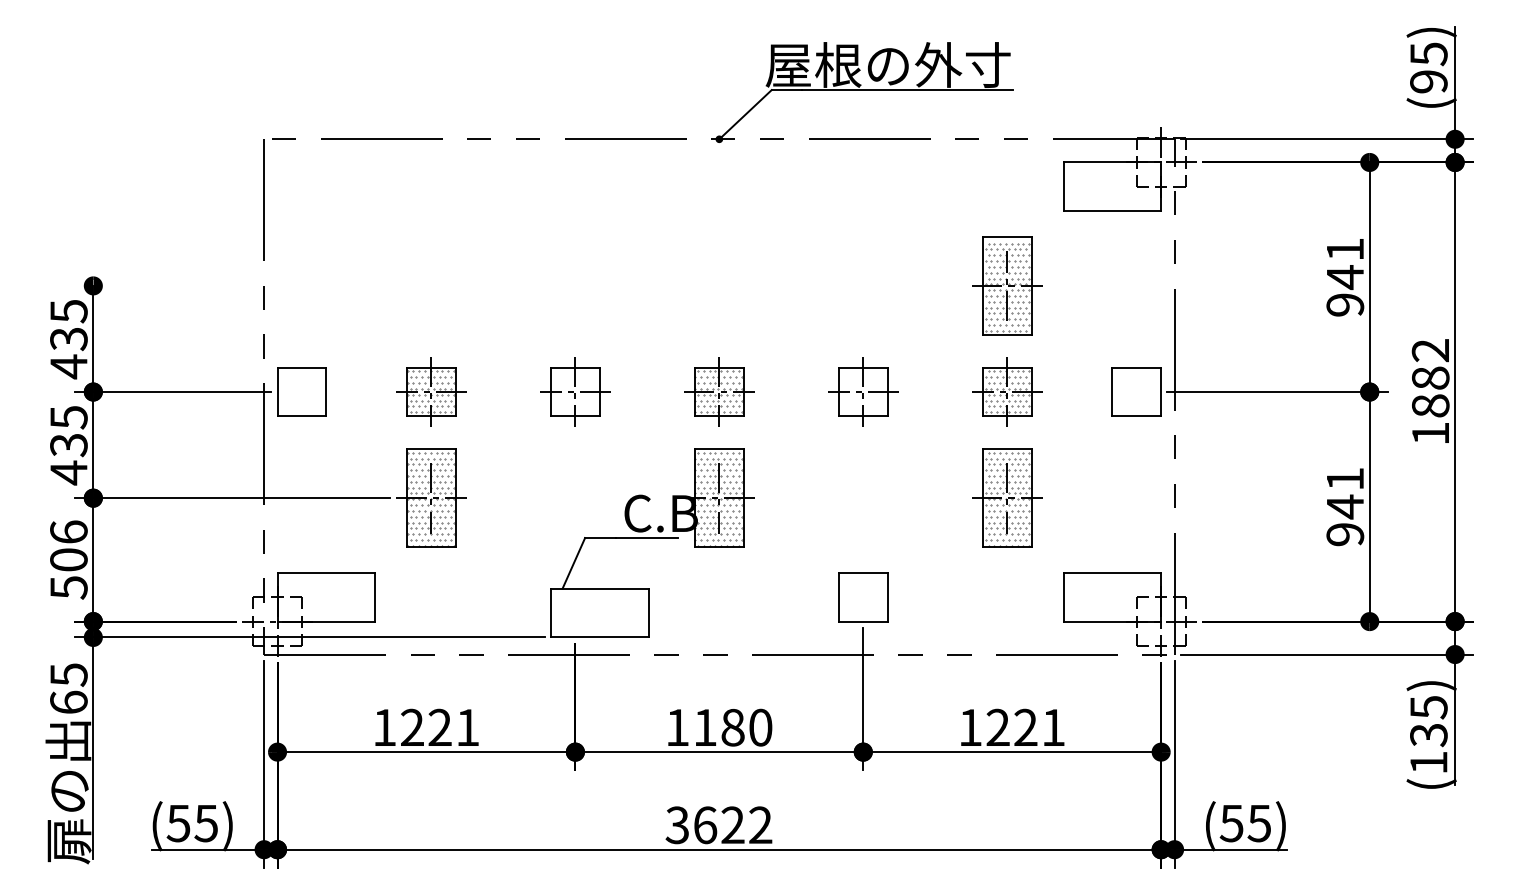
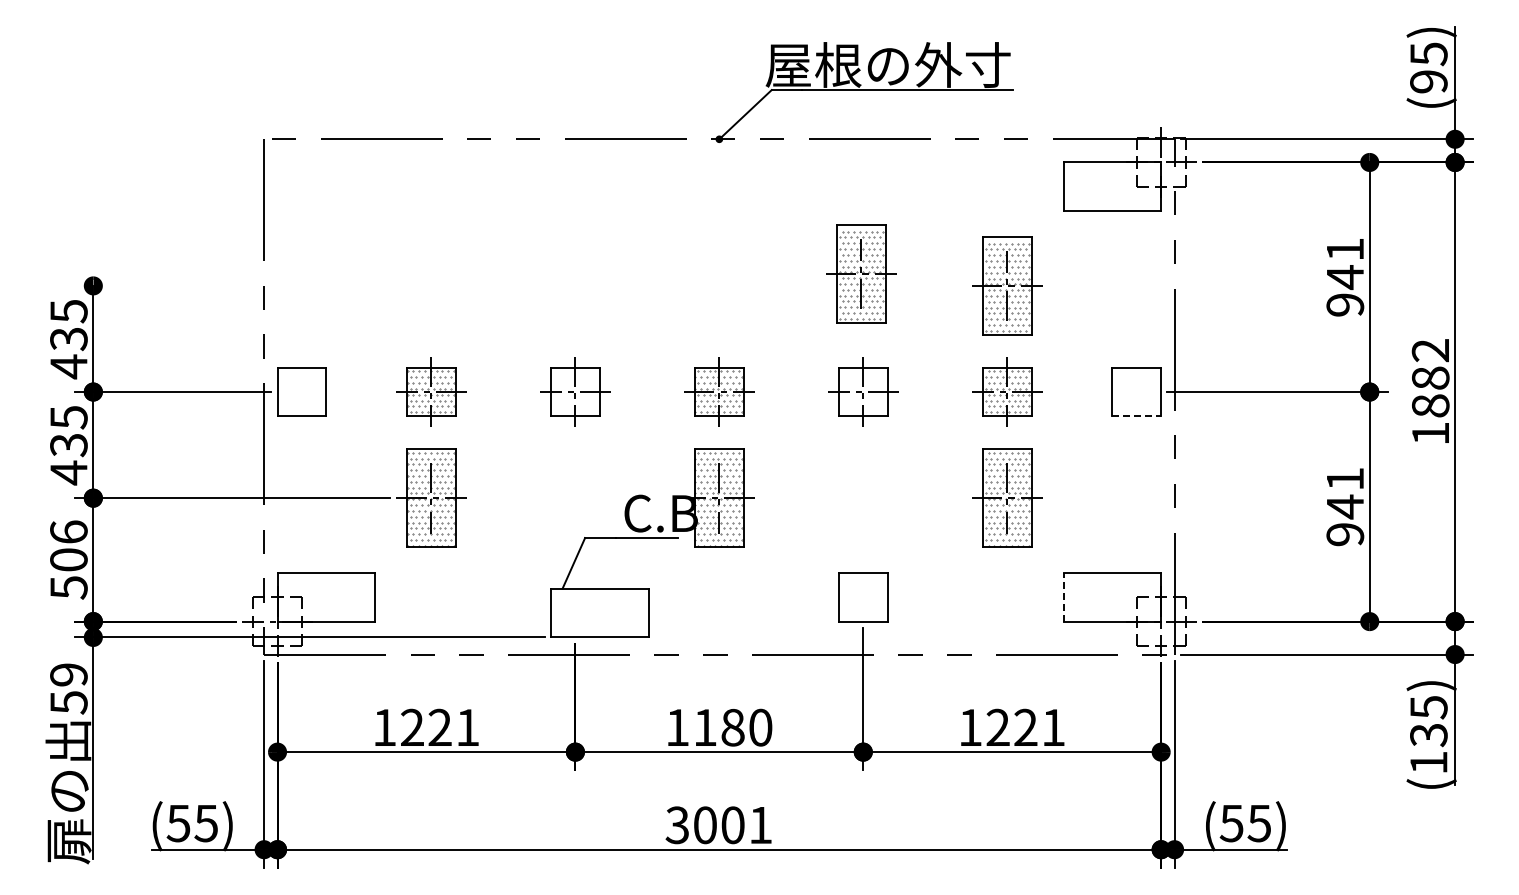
part at (861, 273): none -> present
line at (1137, 416): solid -> dashed
line at (1063, 596): solid -> dashed
text at (68, 688): 65 -> 59
text at (733, 825): 3622 -> 3001
